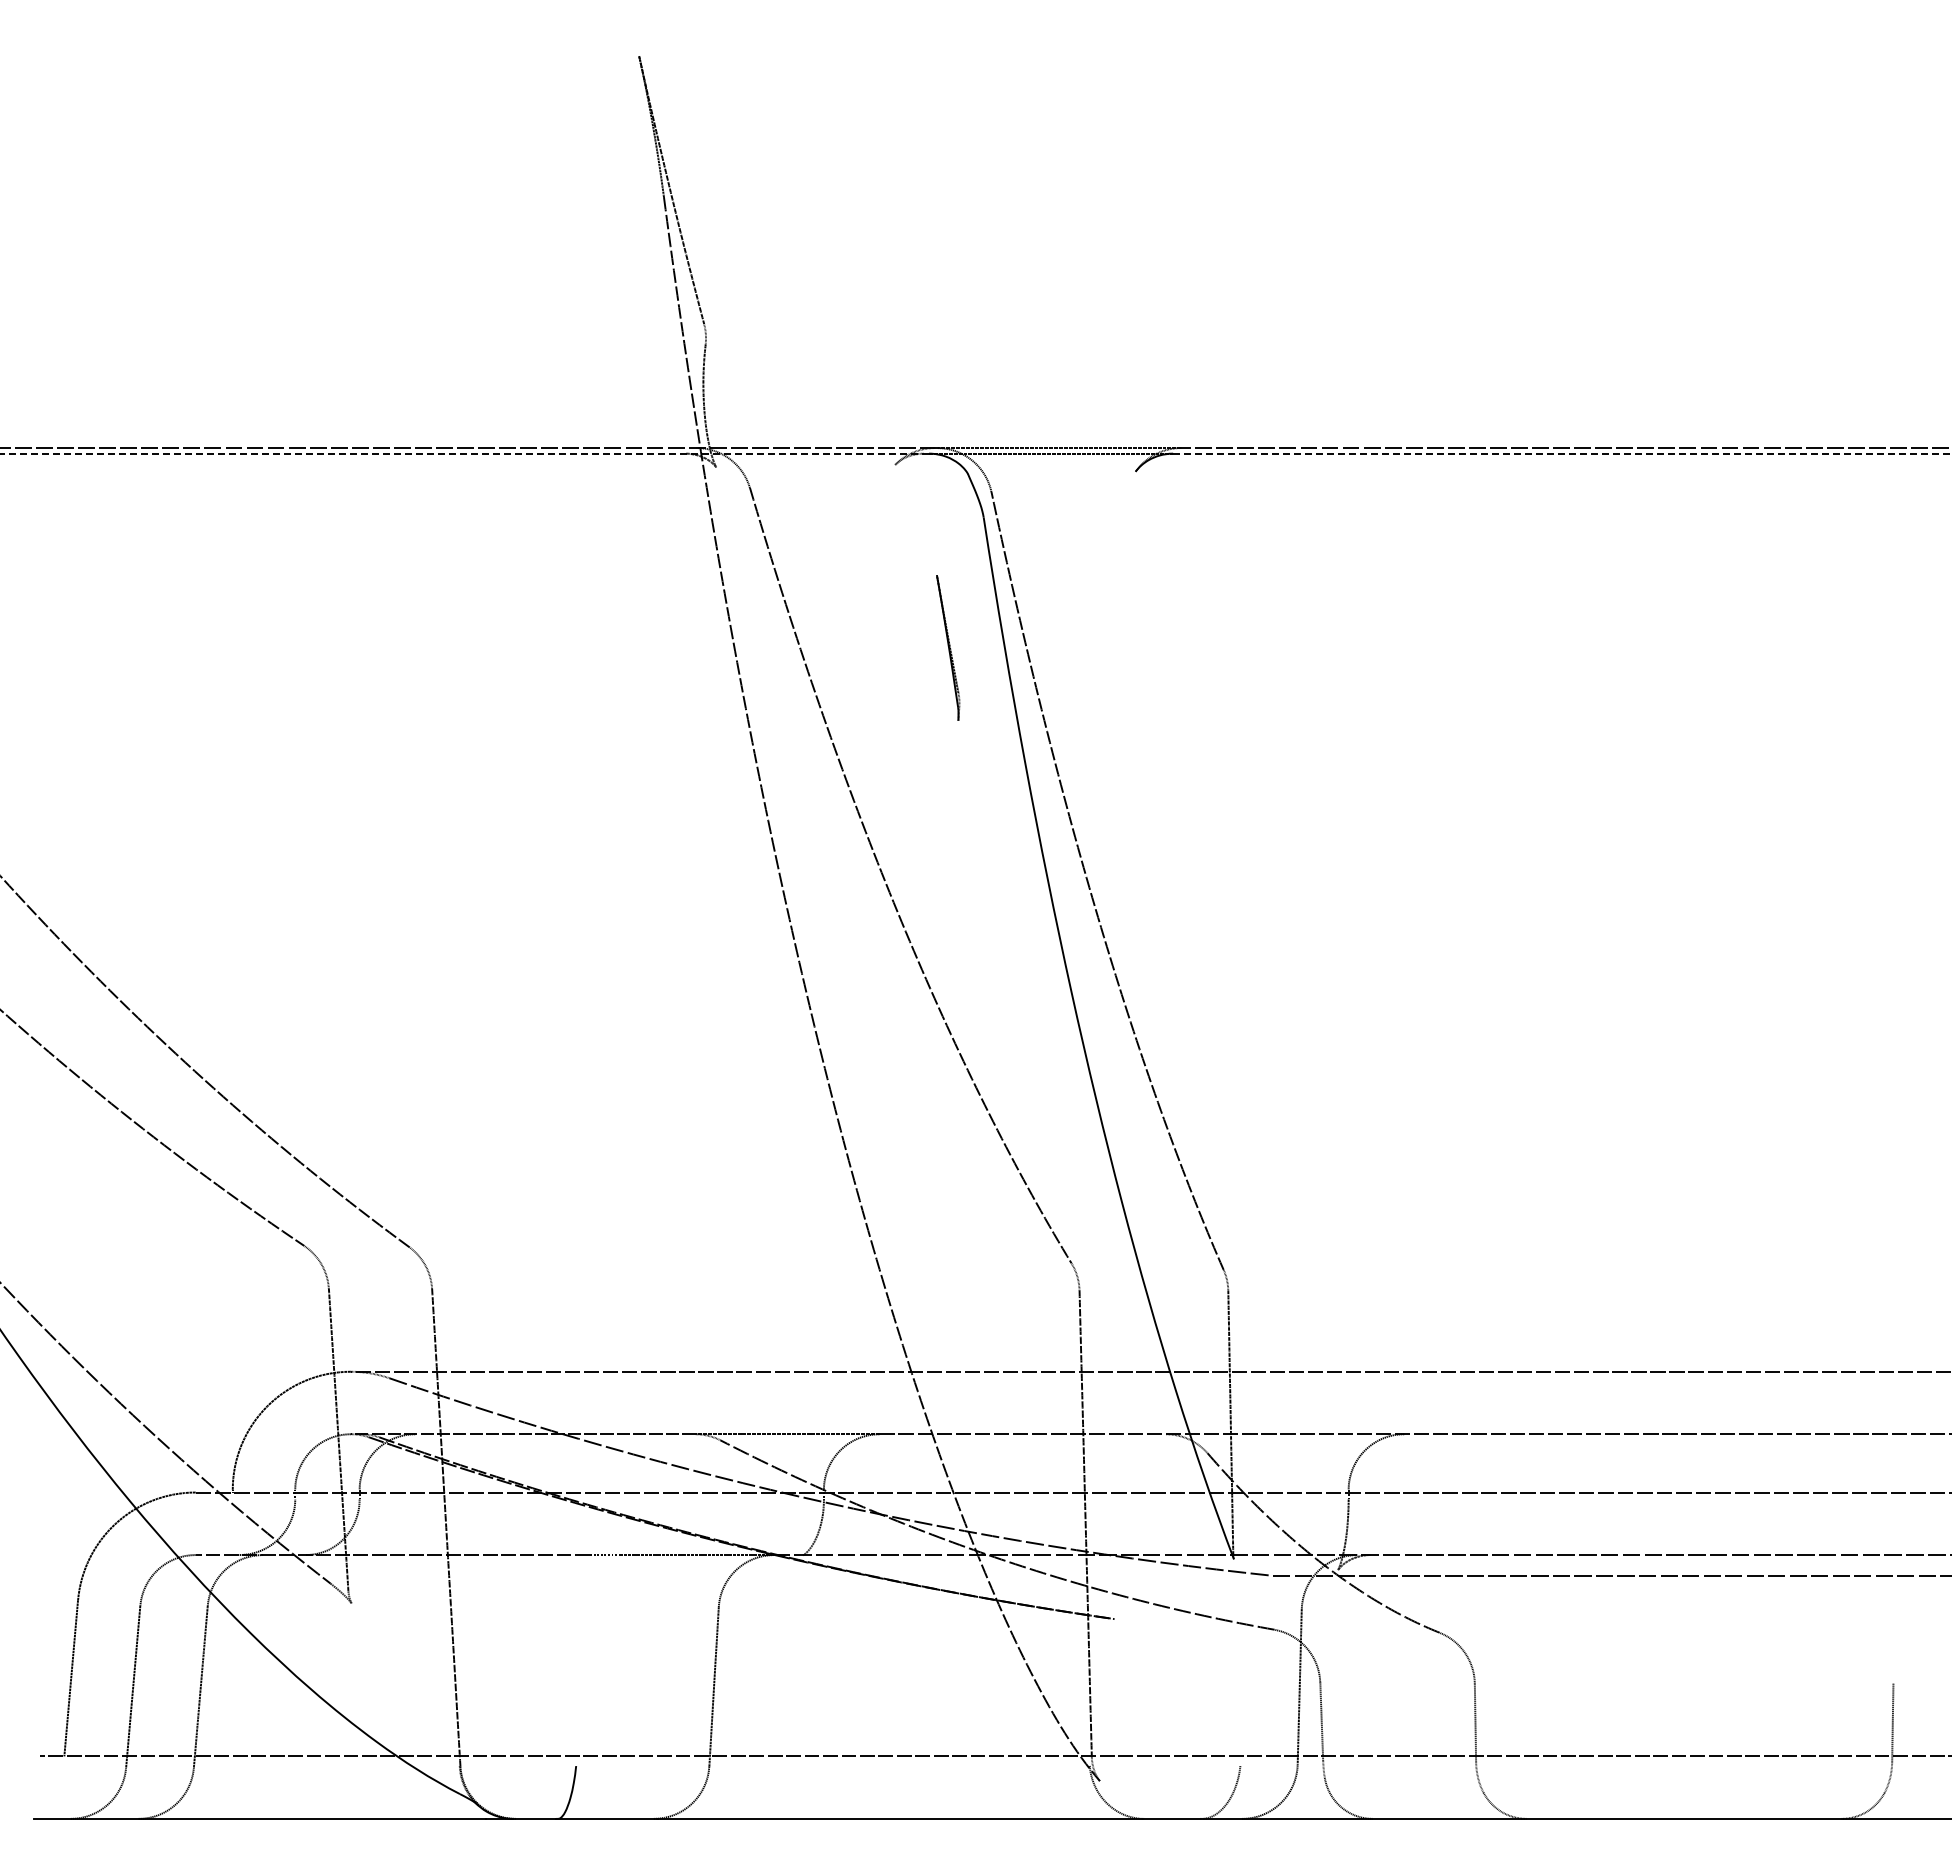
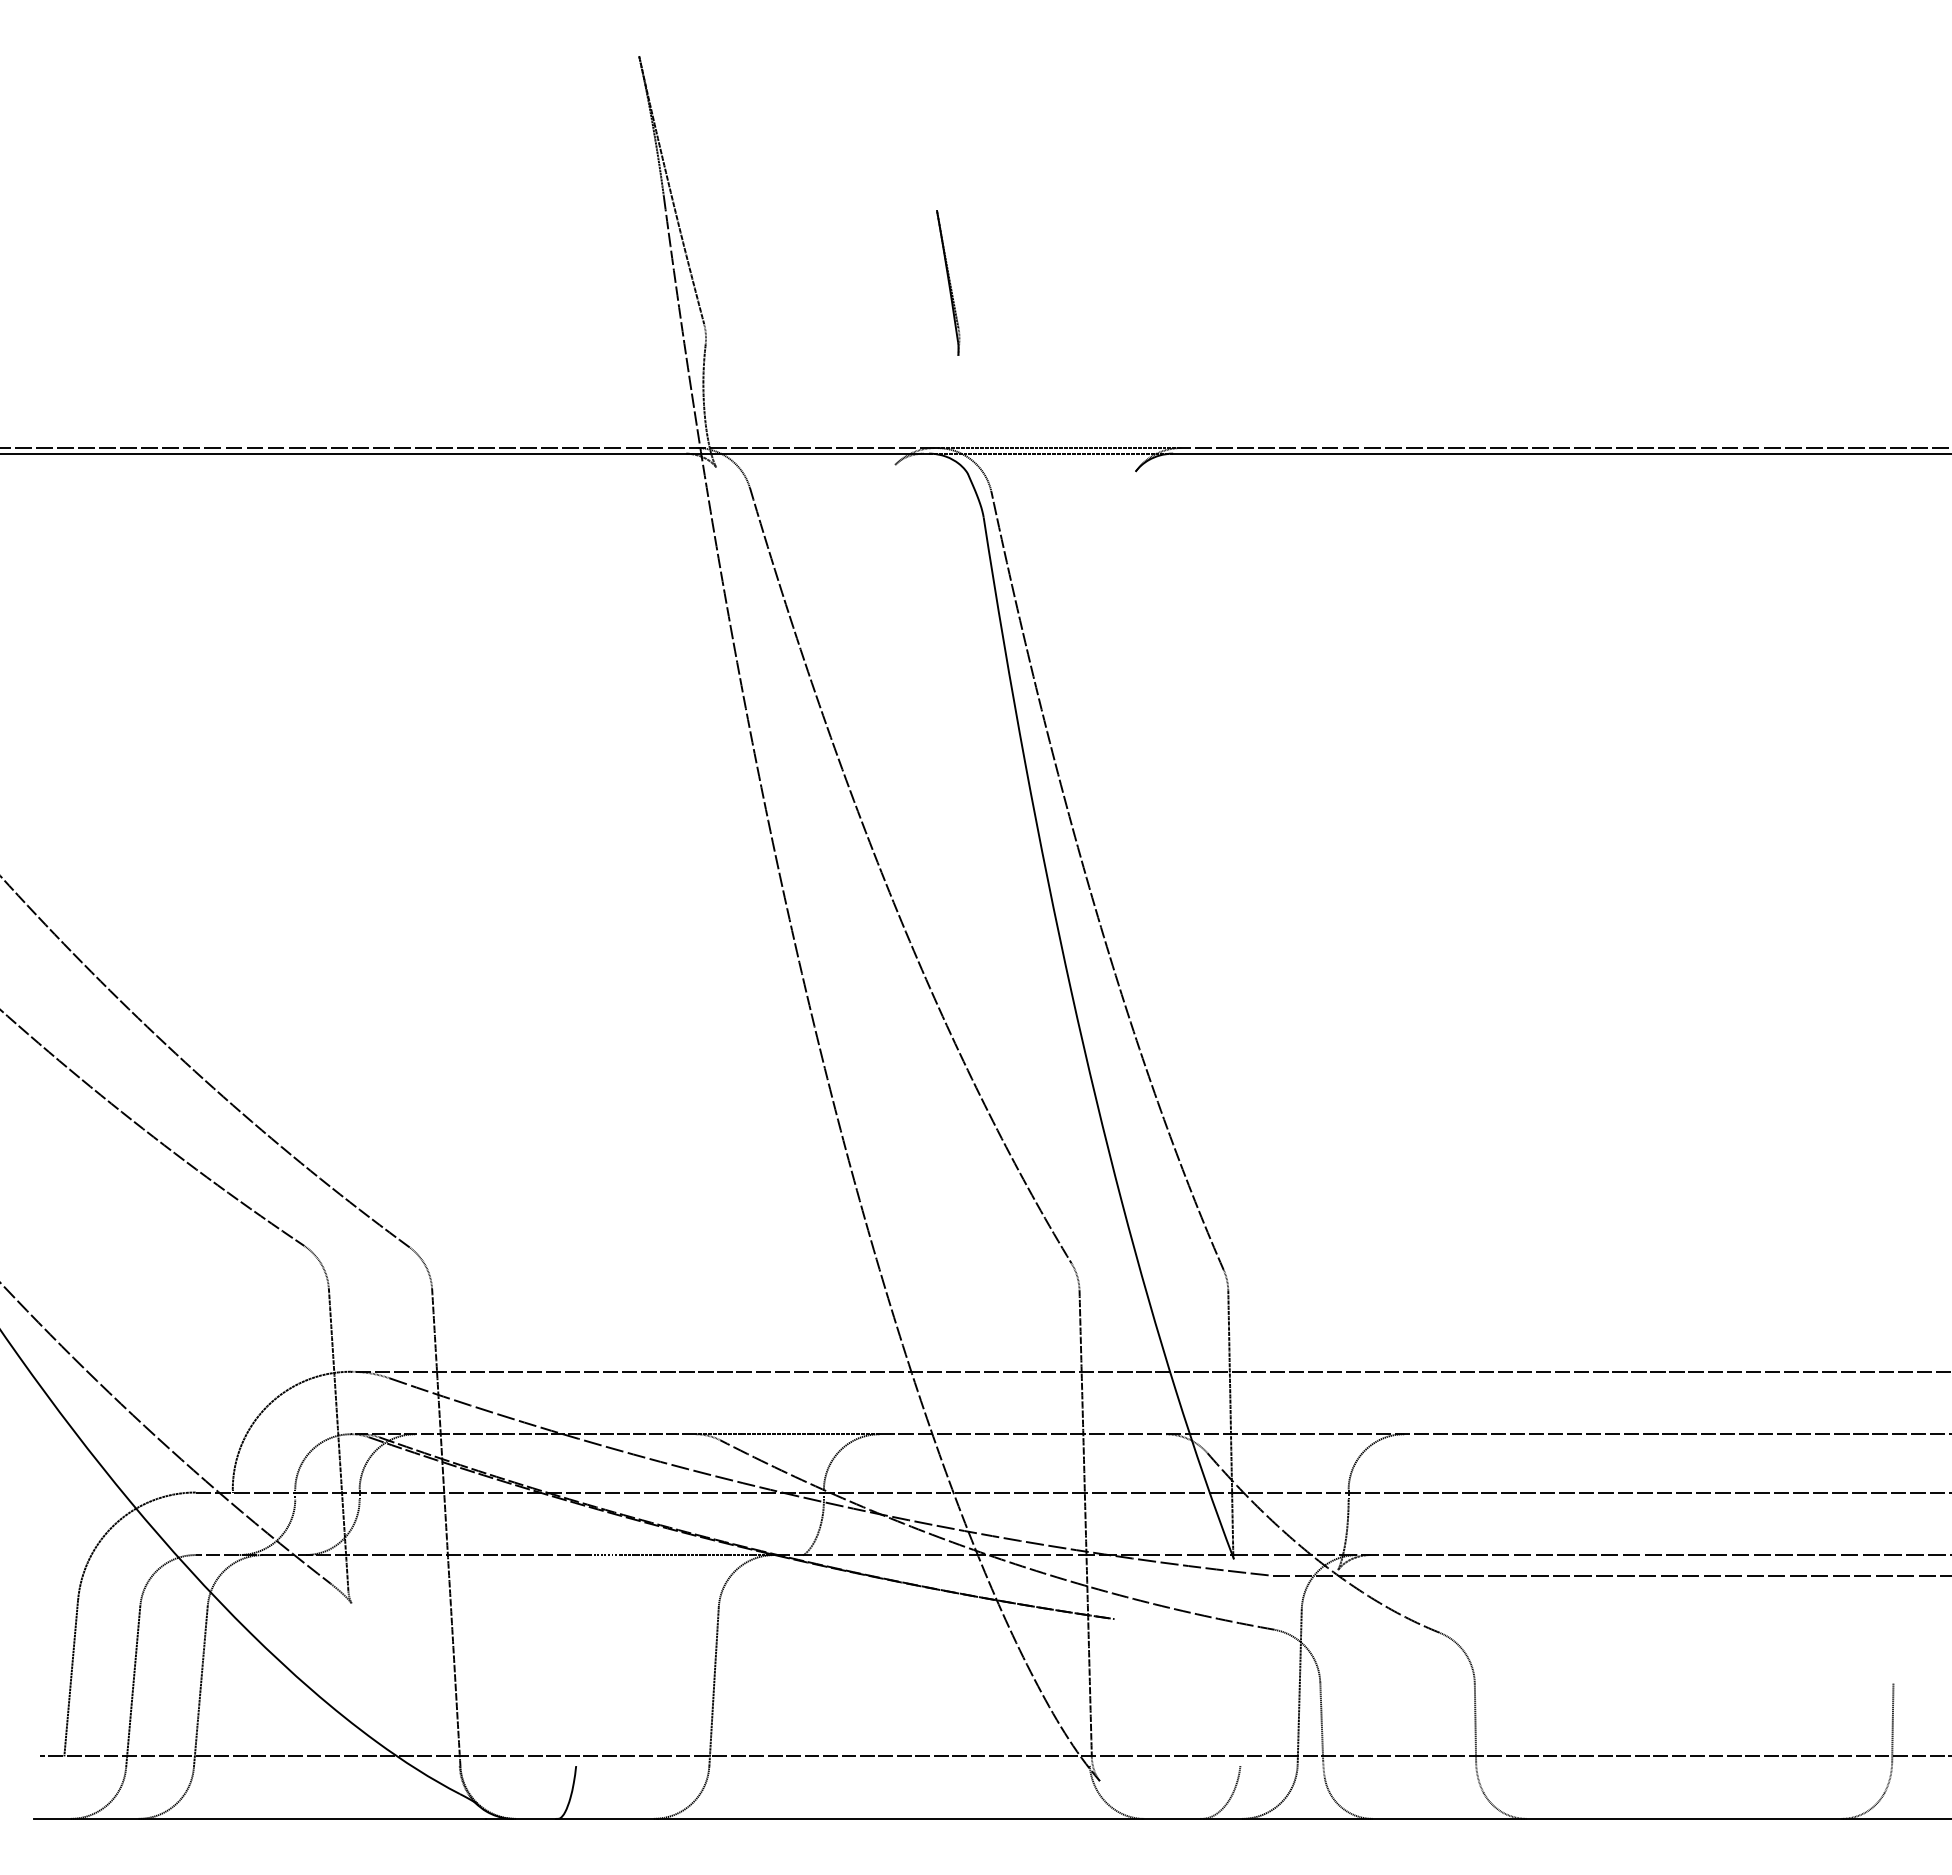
line at (465, 453): dashed -> solid
line at (1562, 453): dashed -> solid
part at (948, 647) position: (948, 647) -> (948, 282)
